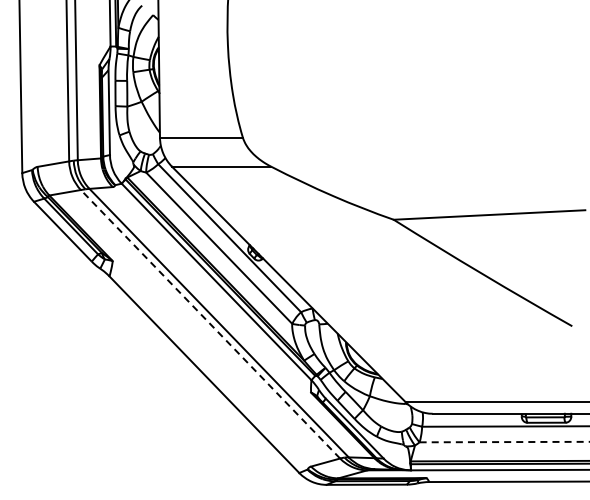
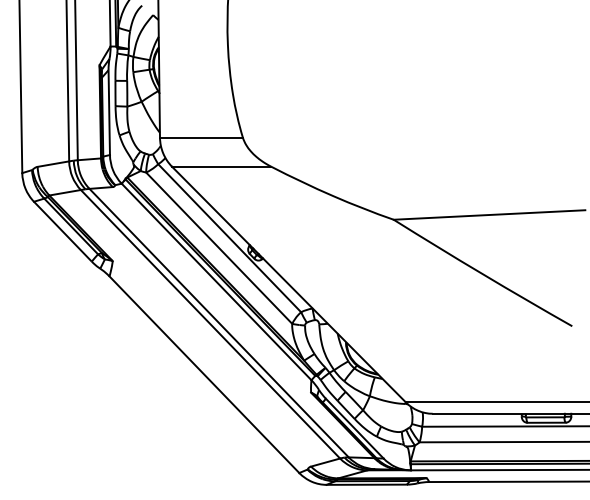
line at (210, 324): dashed -> solid
line at (505, 442): dashed -> solid
